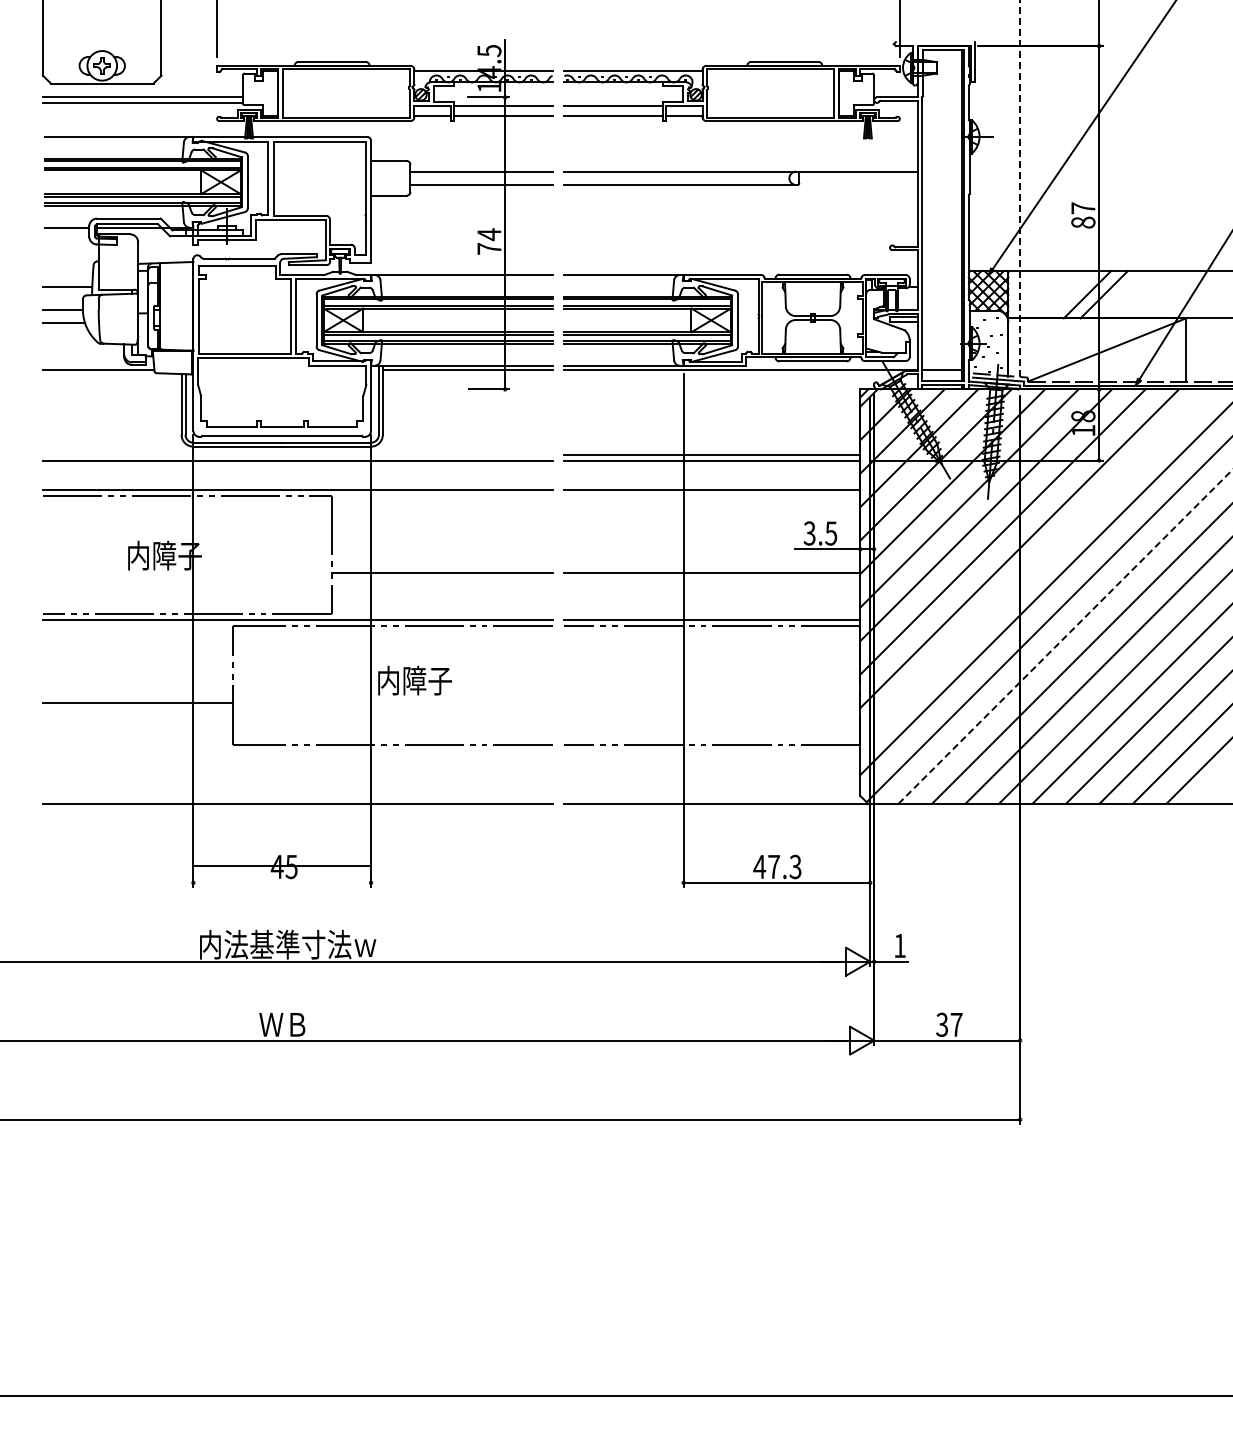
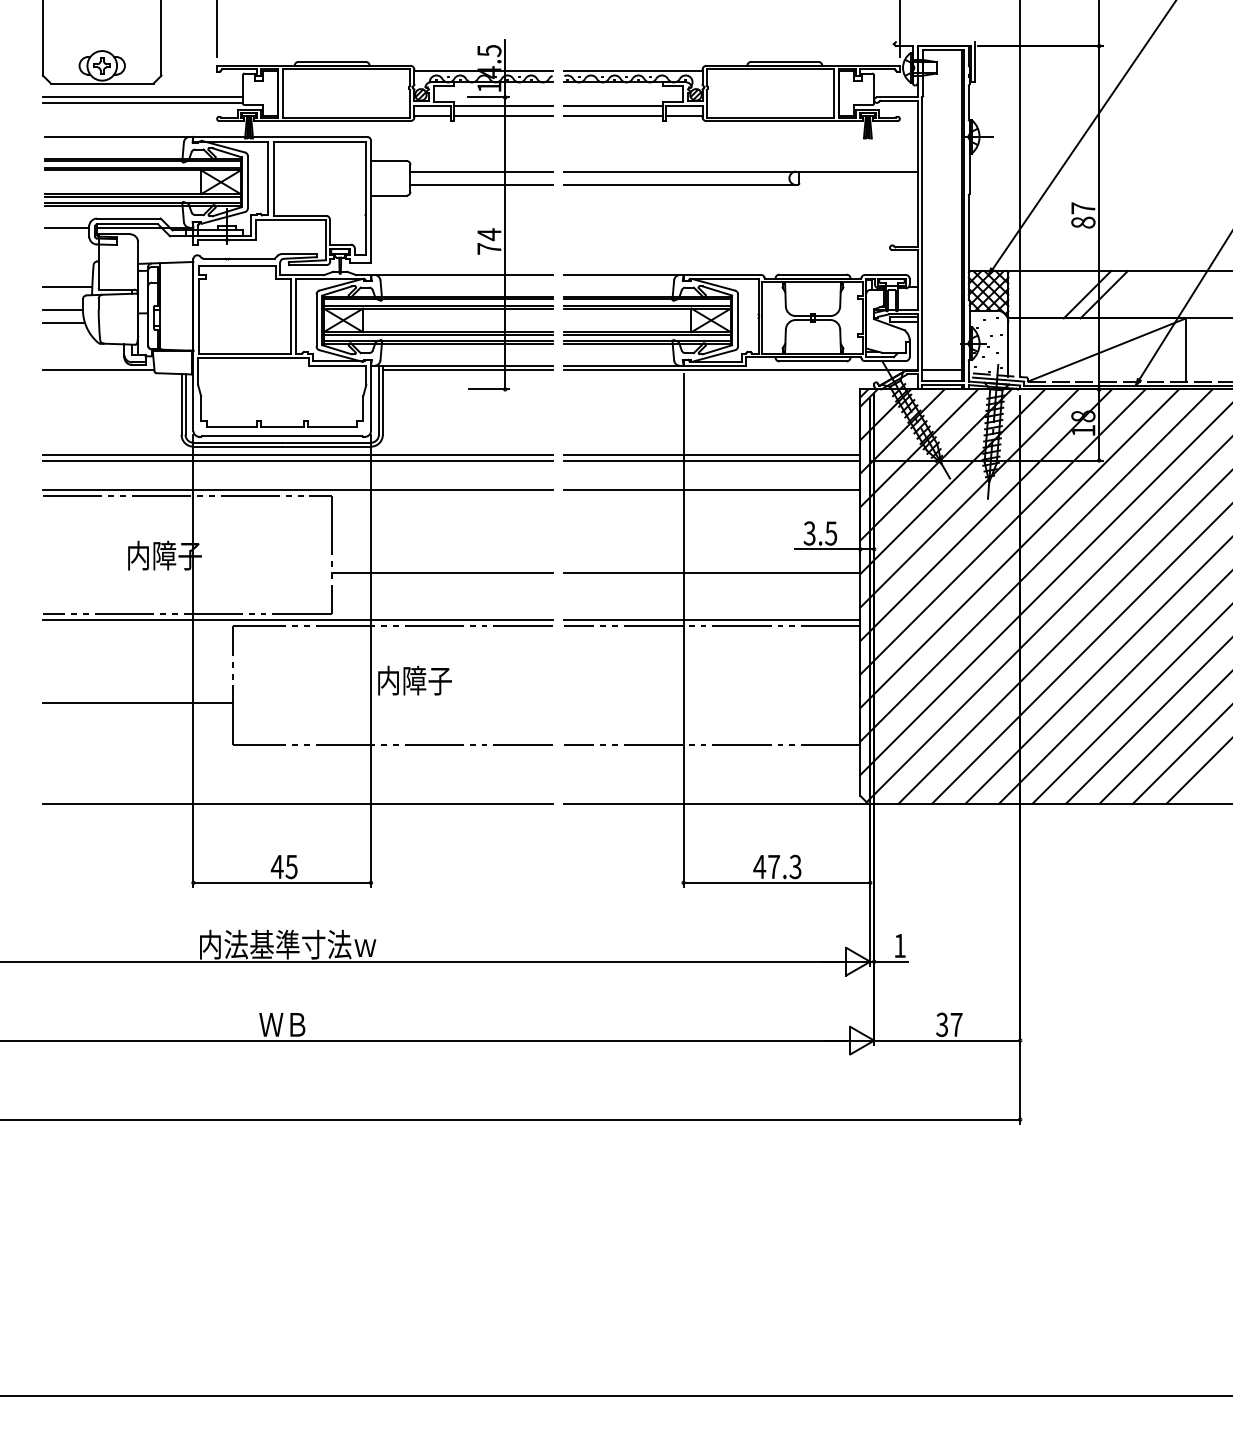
line at (1020, 187): dashed -> solid
line at (297, 454): none -> present
line at (1036, 565): none -> present
line at (1065, 636): dashed -> solid
line at (282, 865) position: (282, 865) -> (282, 882)
